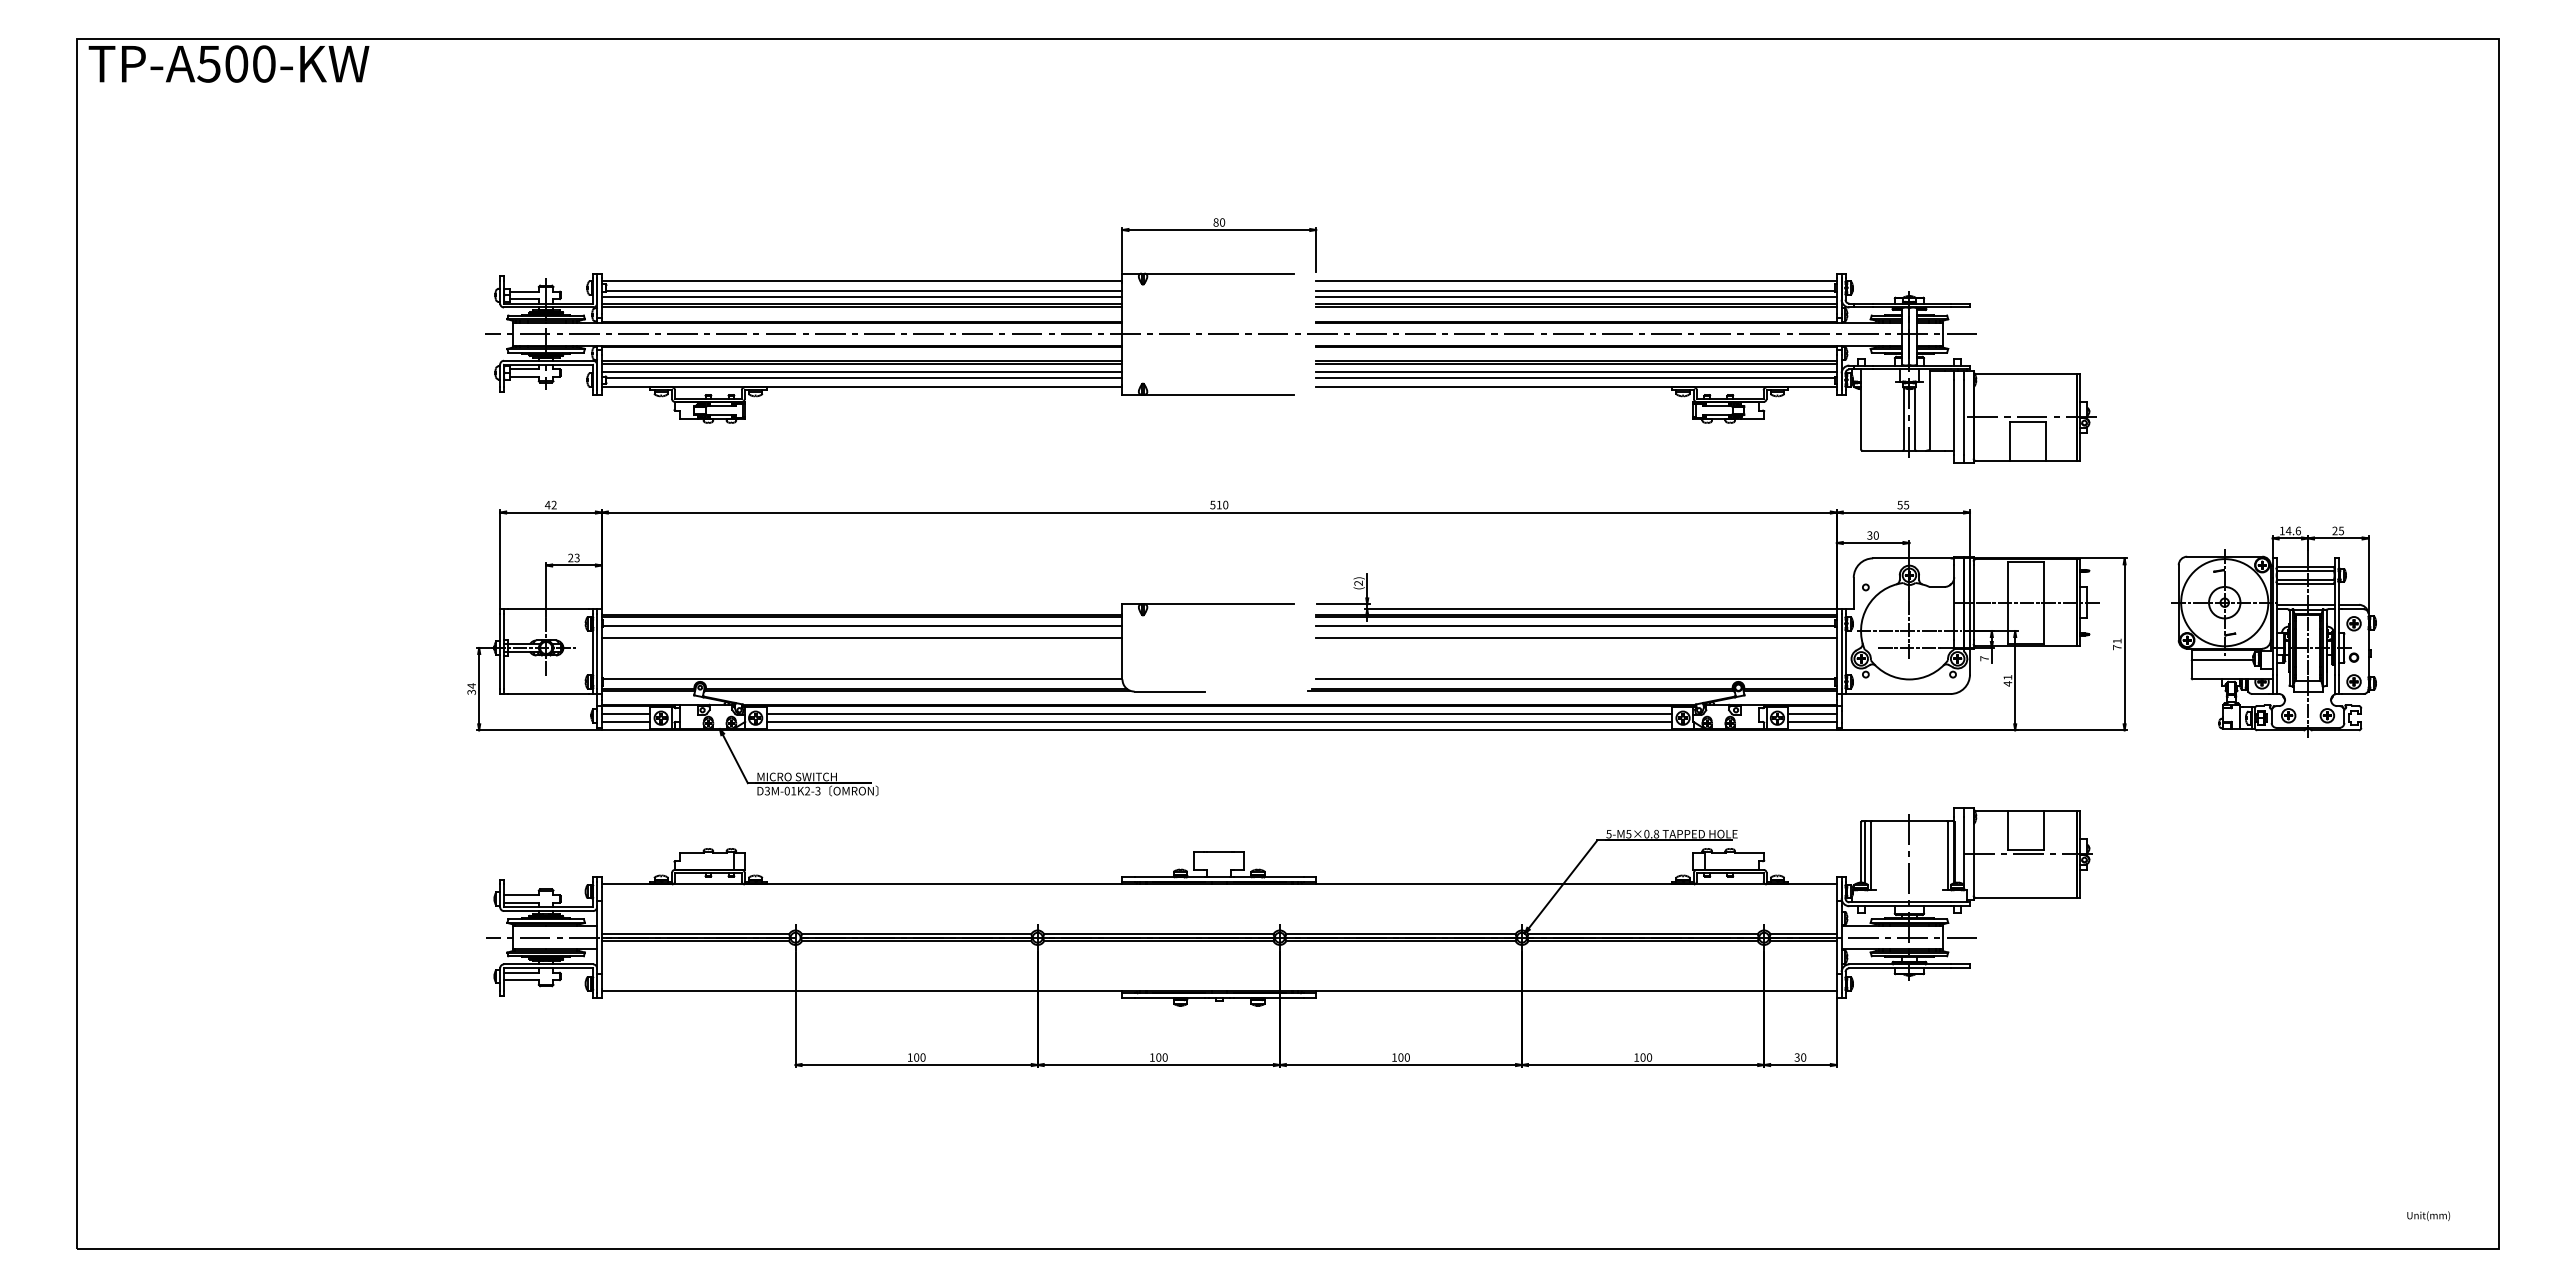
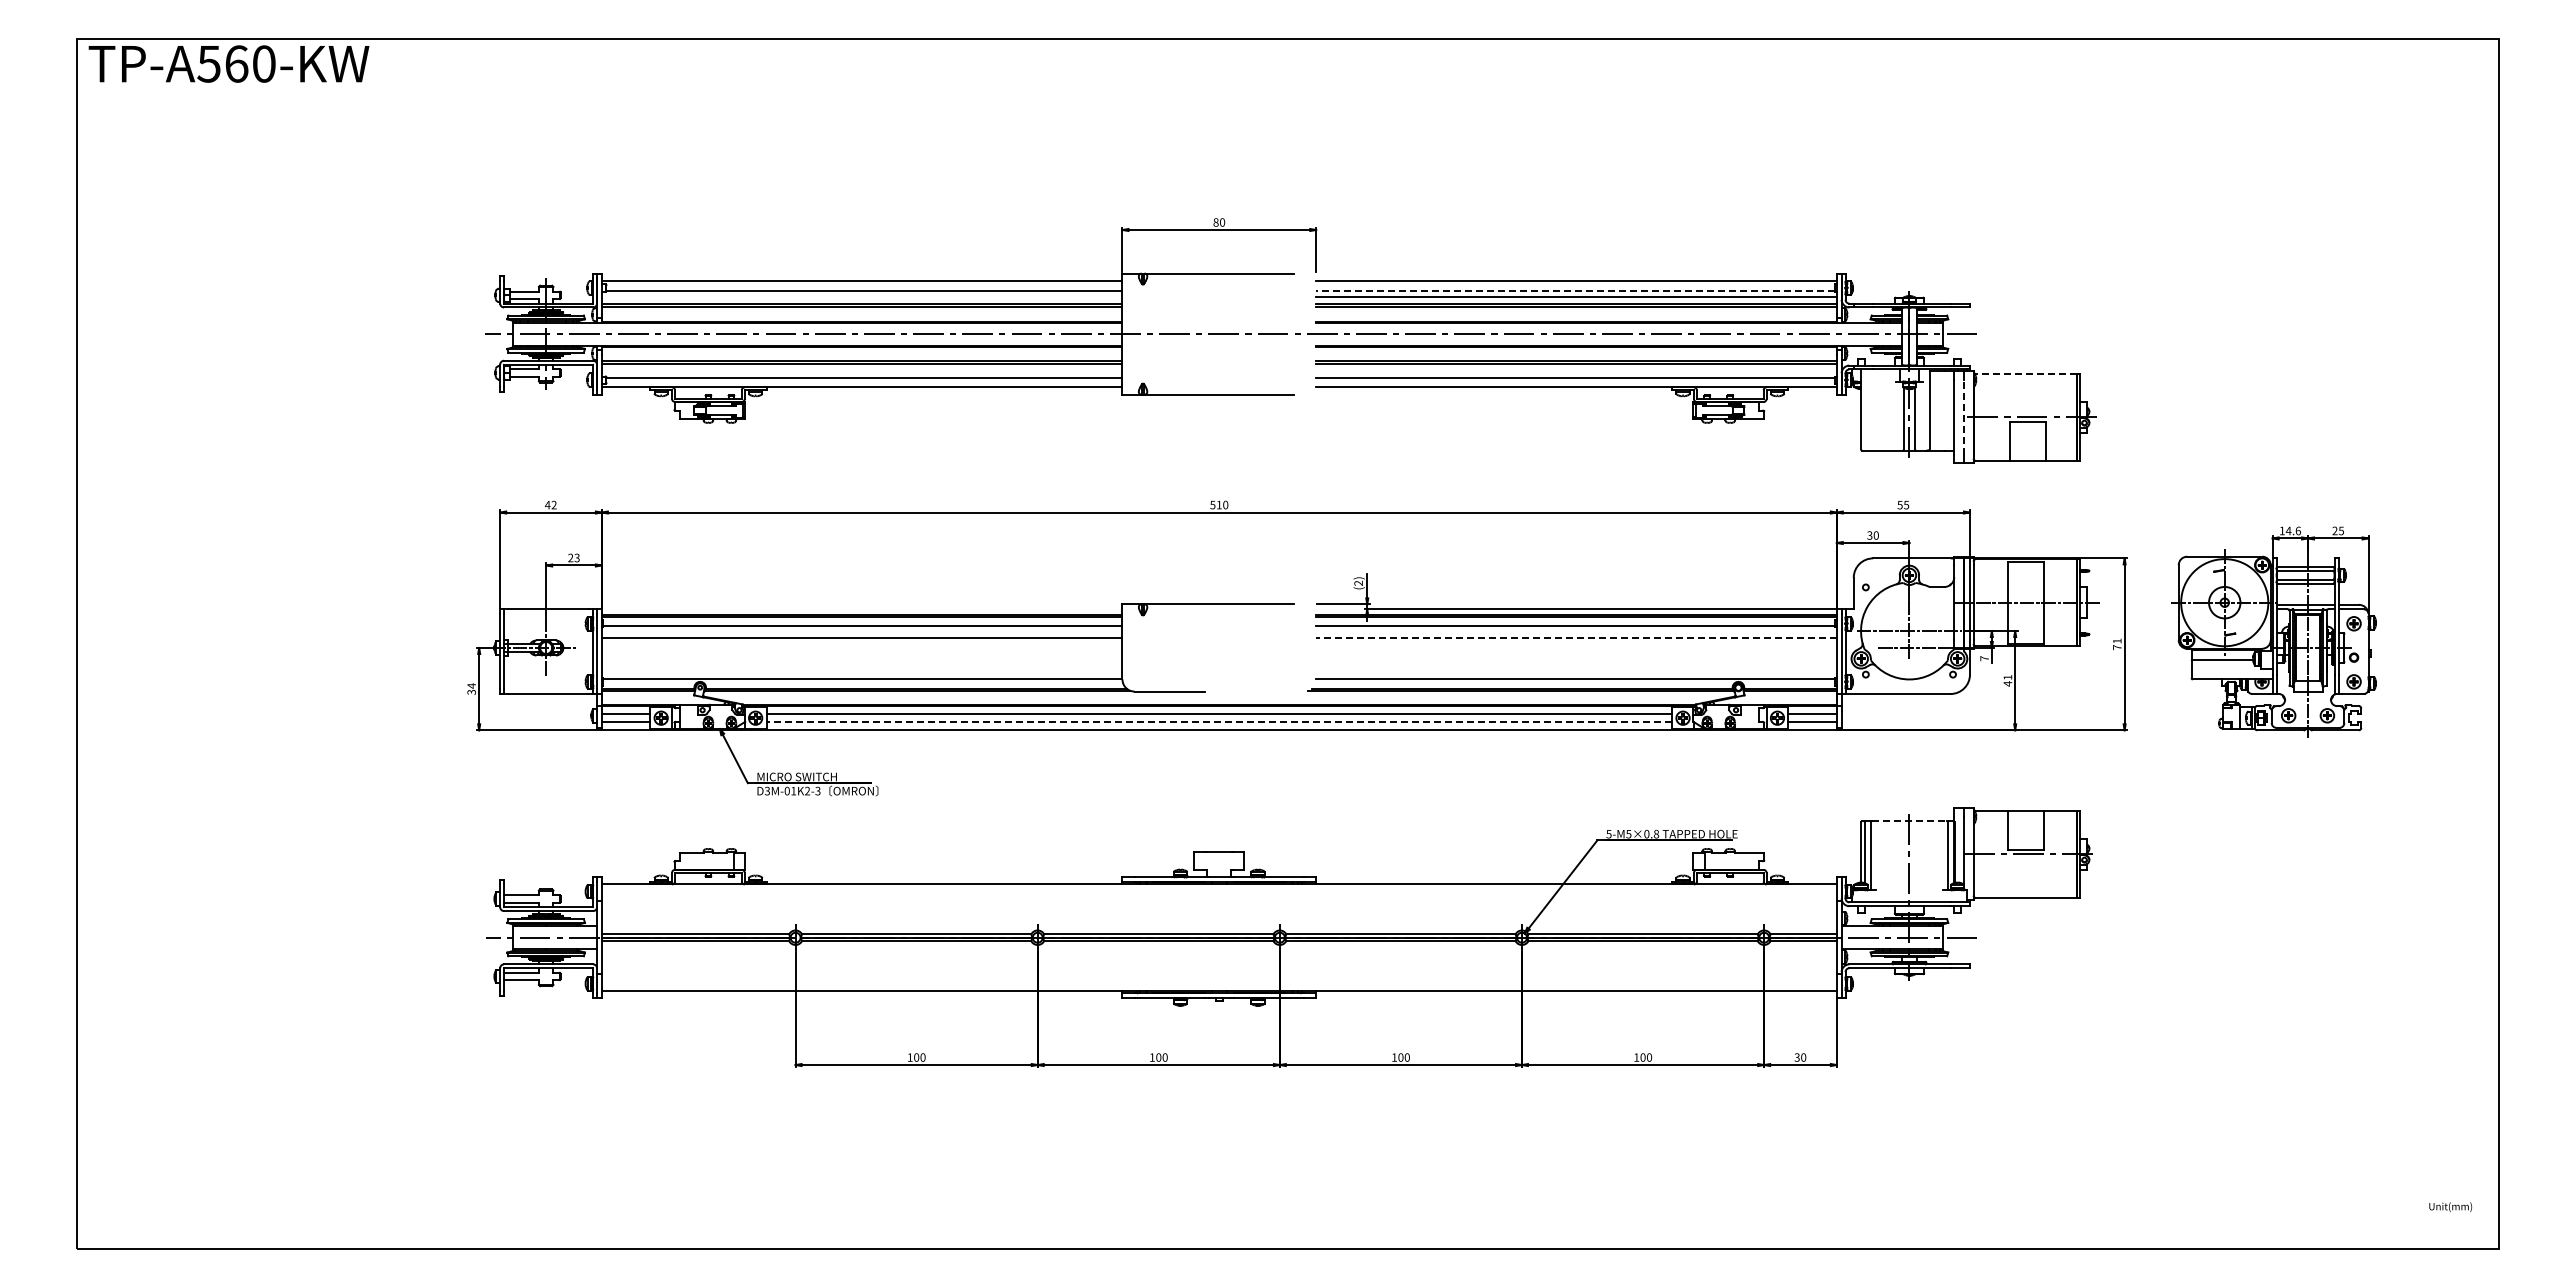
text at (236, 63): TP-A500-KW -> TP-A560-KW
line at (1575, 290): solid -> dashed
line at (861, 296): present -> none
line at (861, 371): present -> none
line at (1576, 371): present -> none
line at (2025, 373): solid -> dashed
line at (1963, 417): solid -> dashed
line at (1576, 638): solid -> dashed
line at (1219, 722): solid -> dashed
line at (1909, 821): solid -> dashed
text at (2428, 1215) position: (2428, 1215) -> (2450, 1206)
